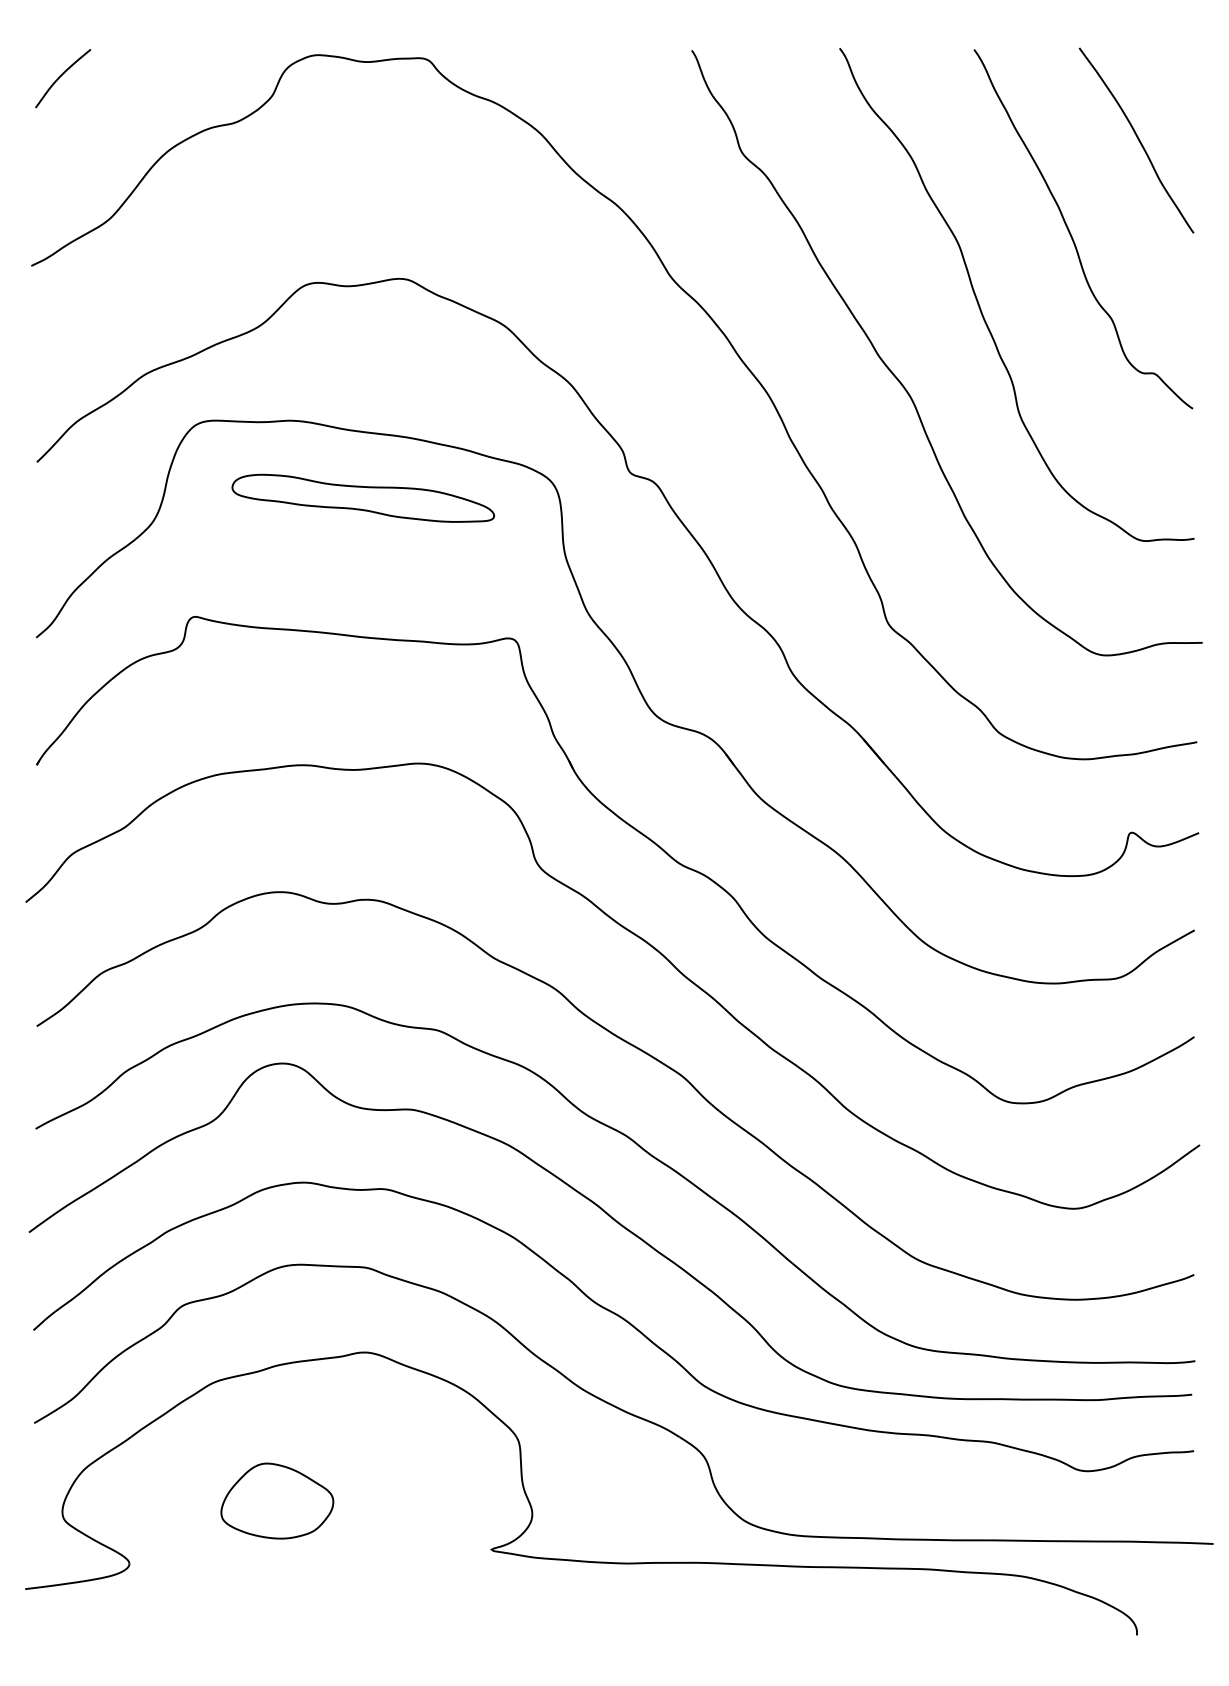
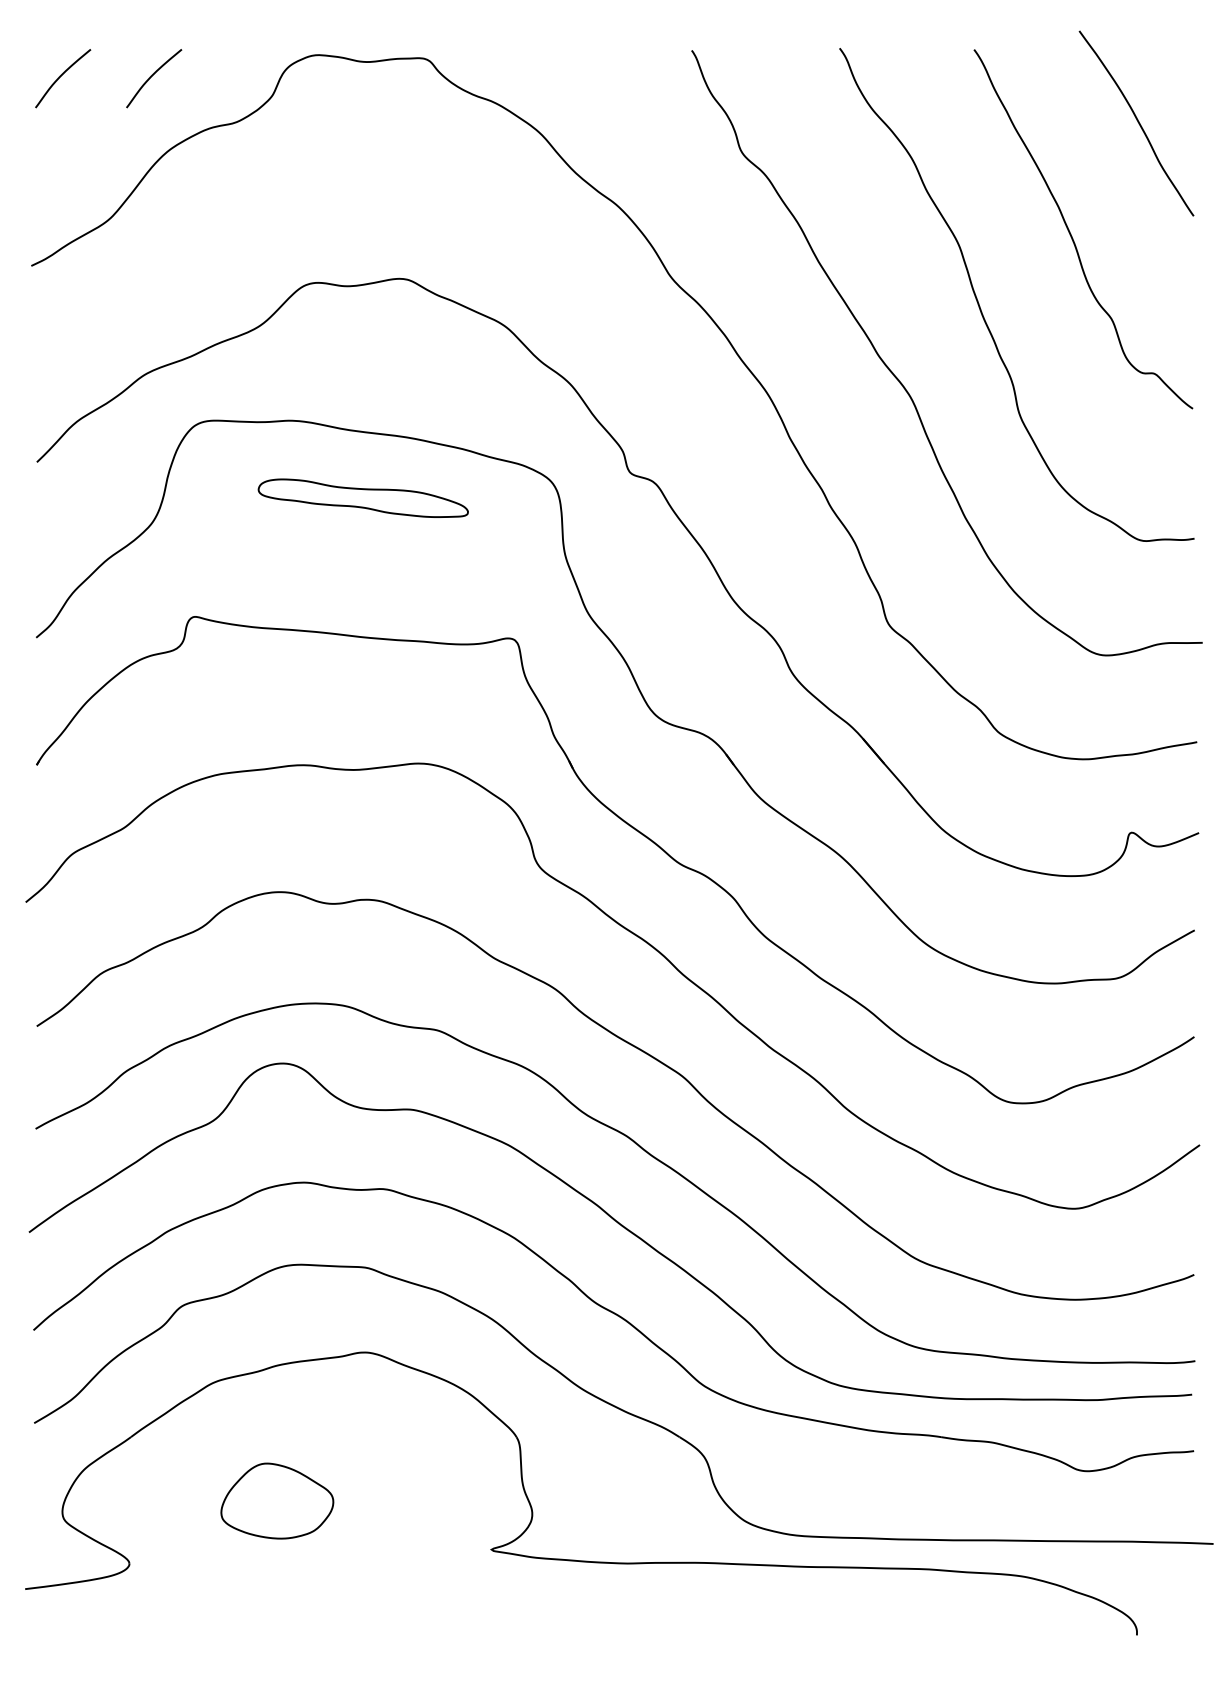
curve at (152, 76): none -> present
curve at (1137, 139) position: (1137, 139) -> (1137, 122)
part at (363, 497) size: 265x50 px -> 212x40 px
